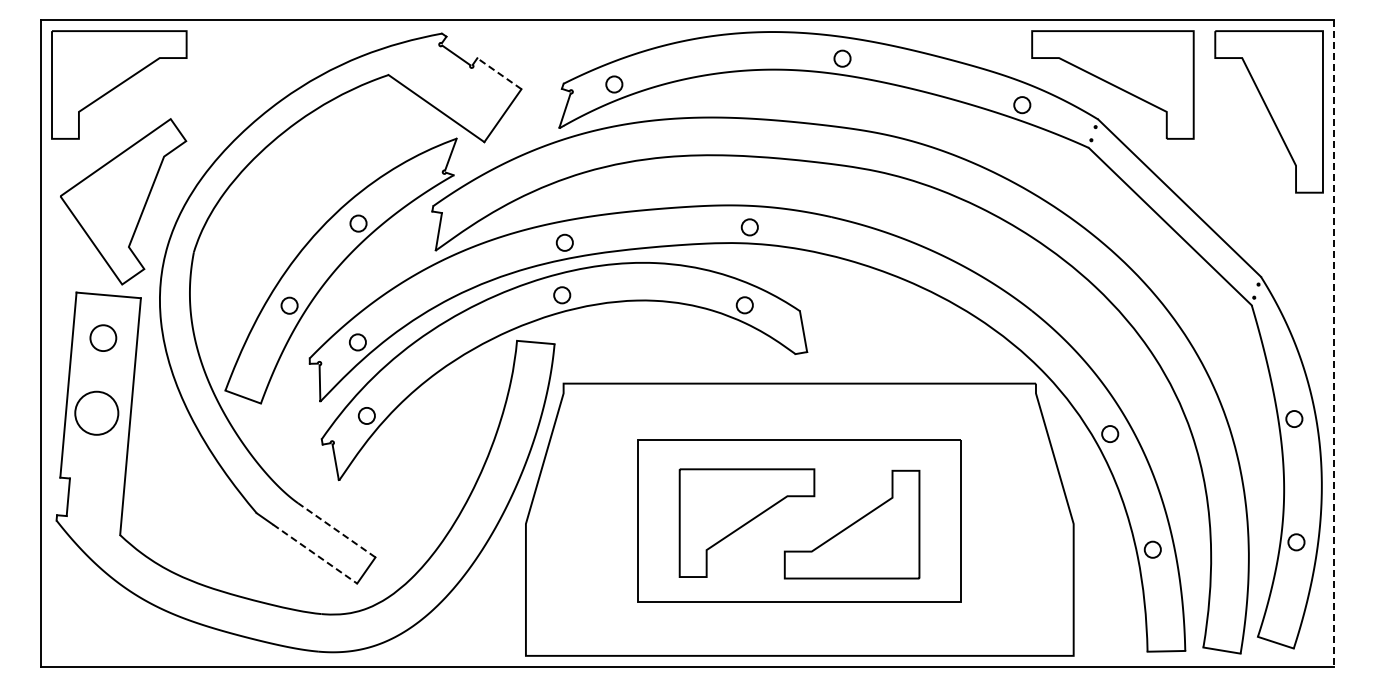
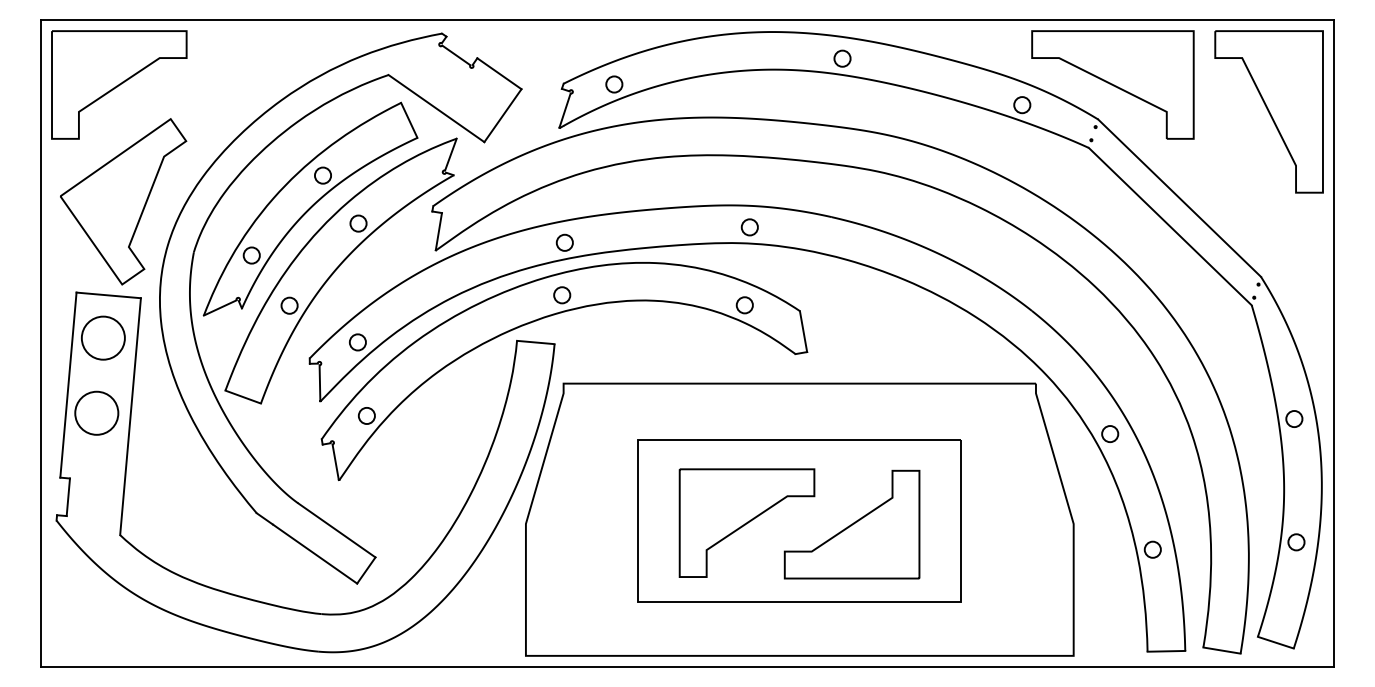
line at (499, 73): dashed -> solid
part at (310, 208): none -> present
circle at (103, 338) diameter: 26 px -> 43 px
line at (1333, 344): dashed -> solid
line at (336, 530): dashed -> solid
line at (315, 554): dashed -> solid
